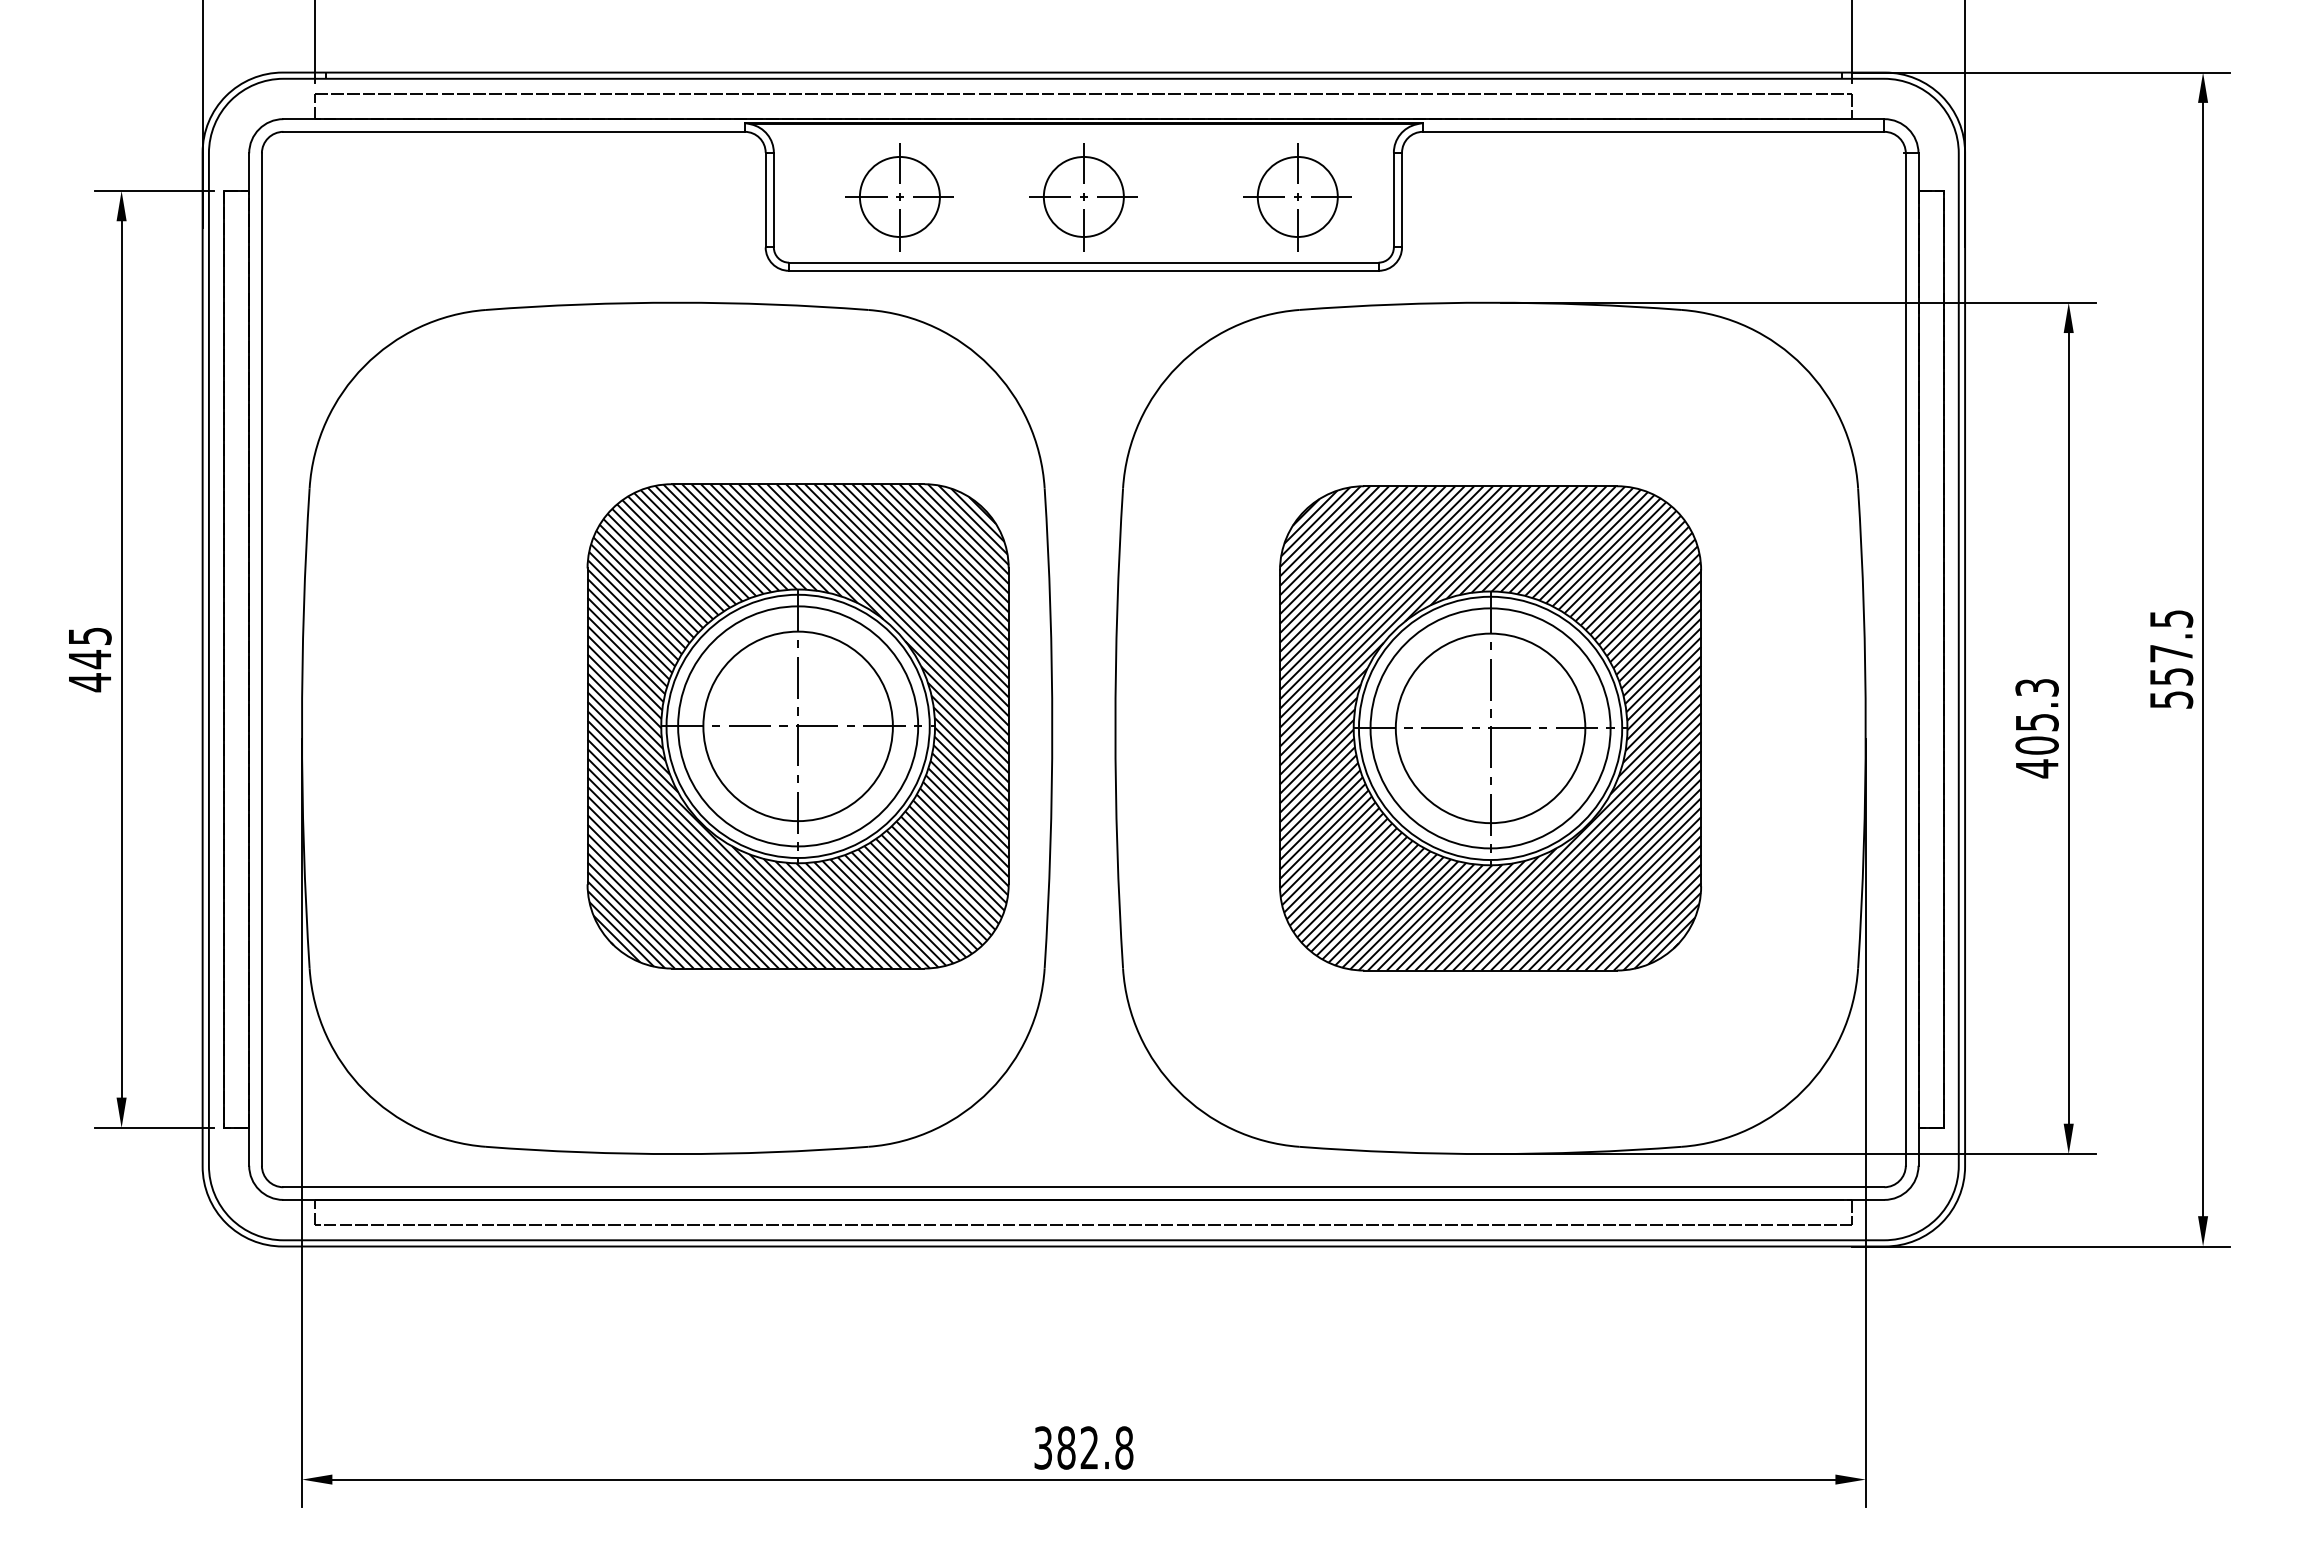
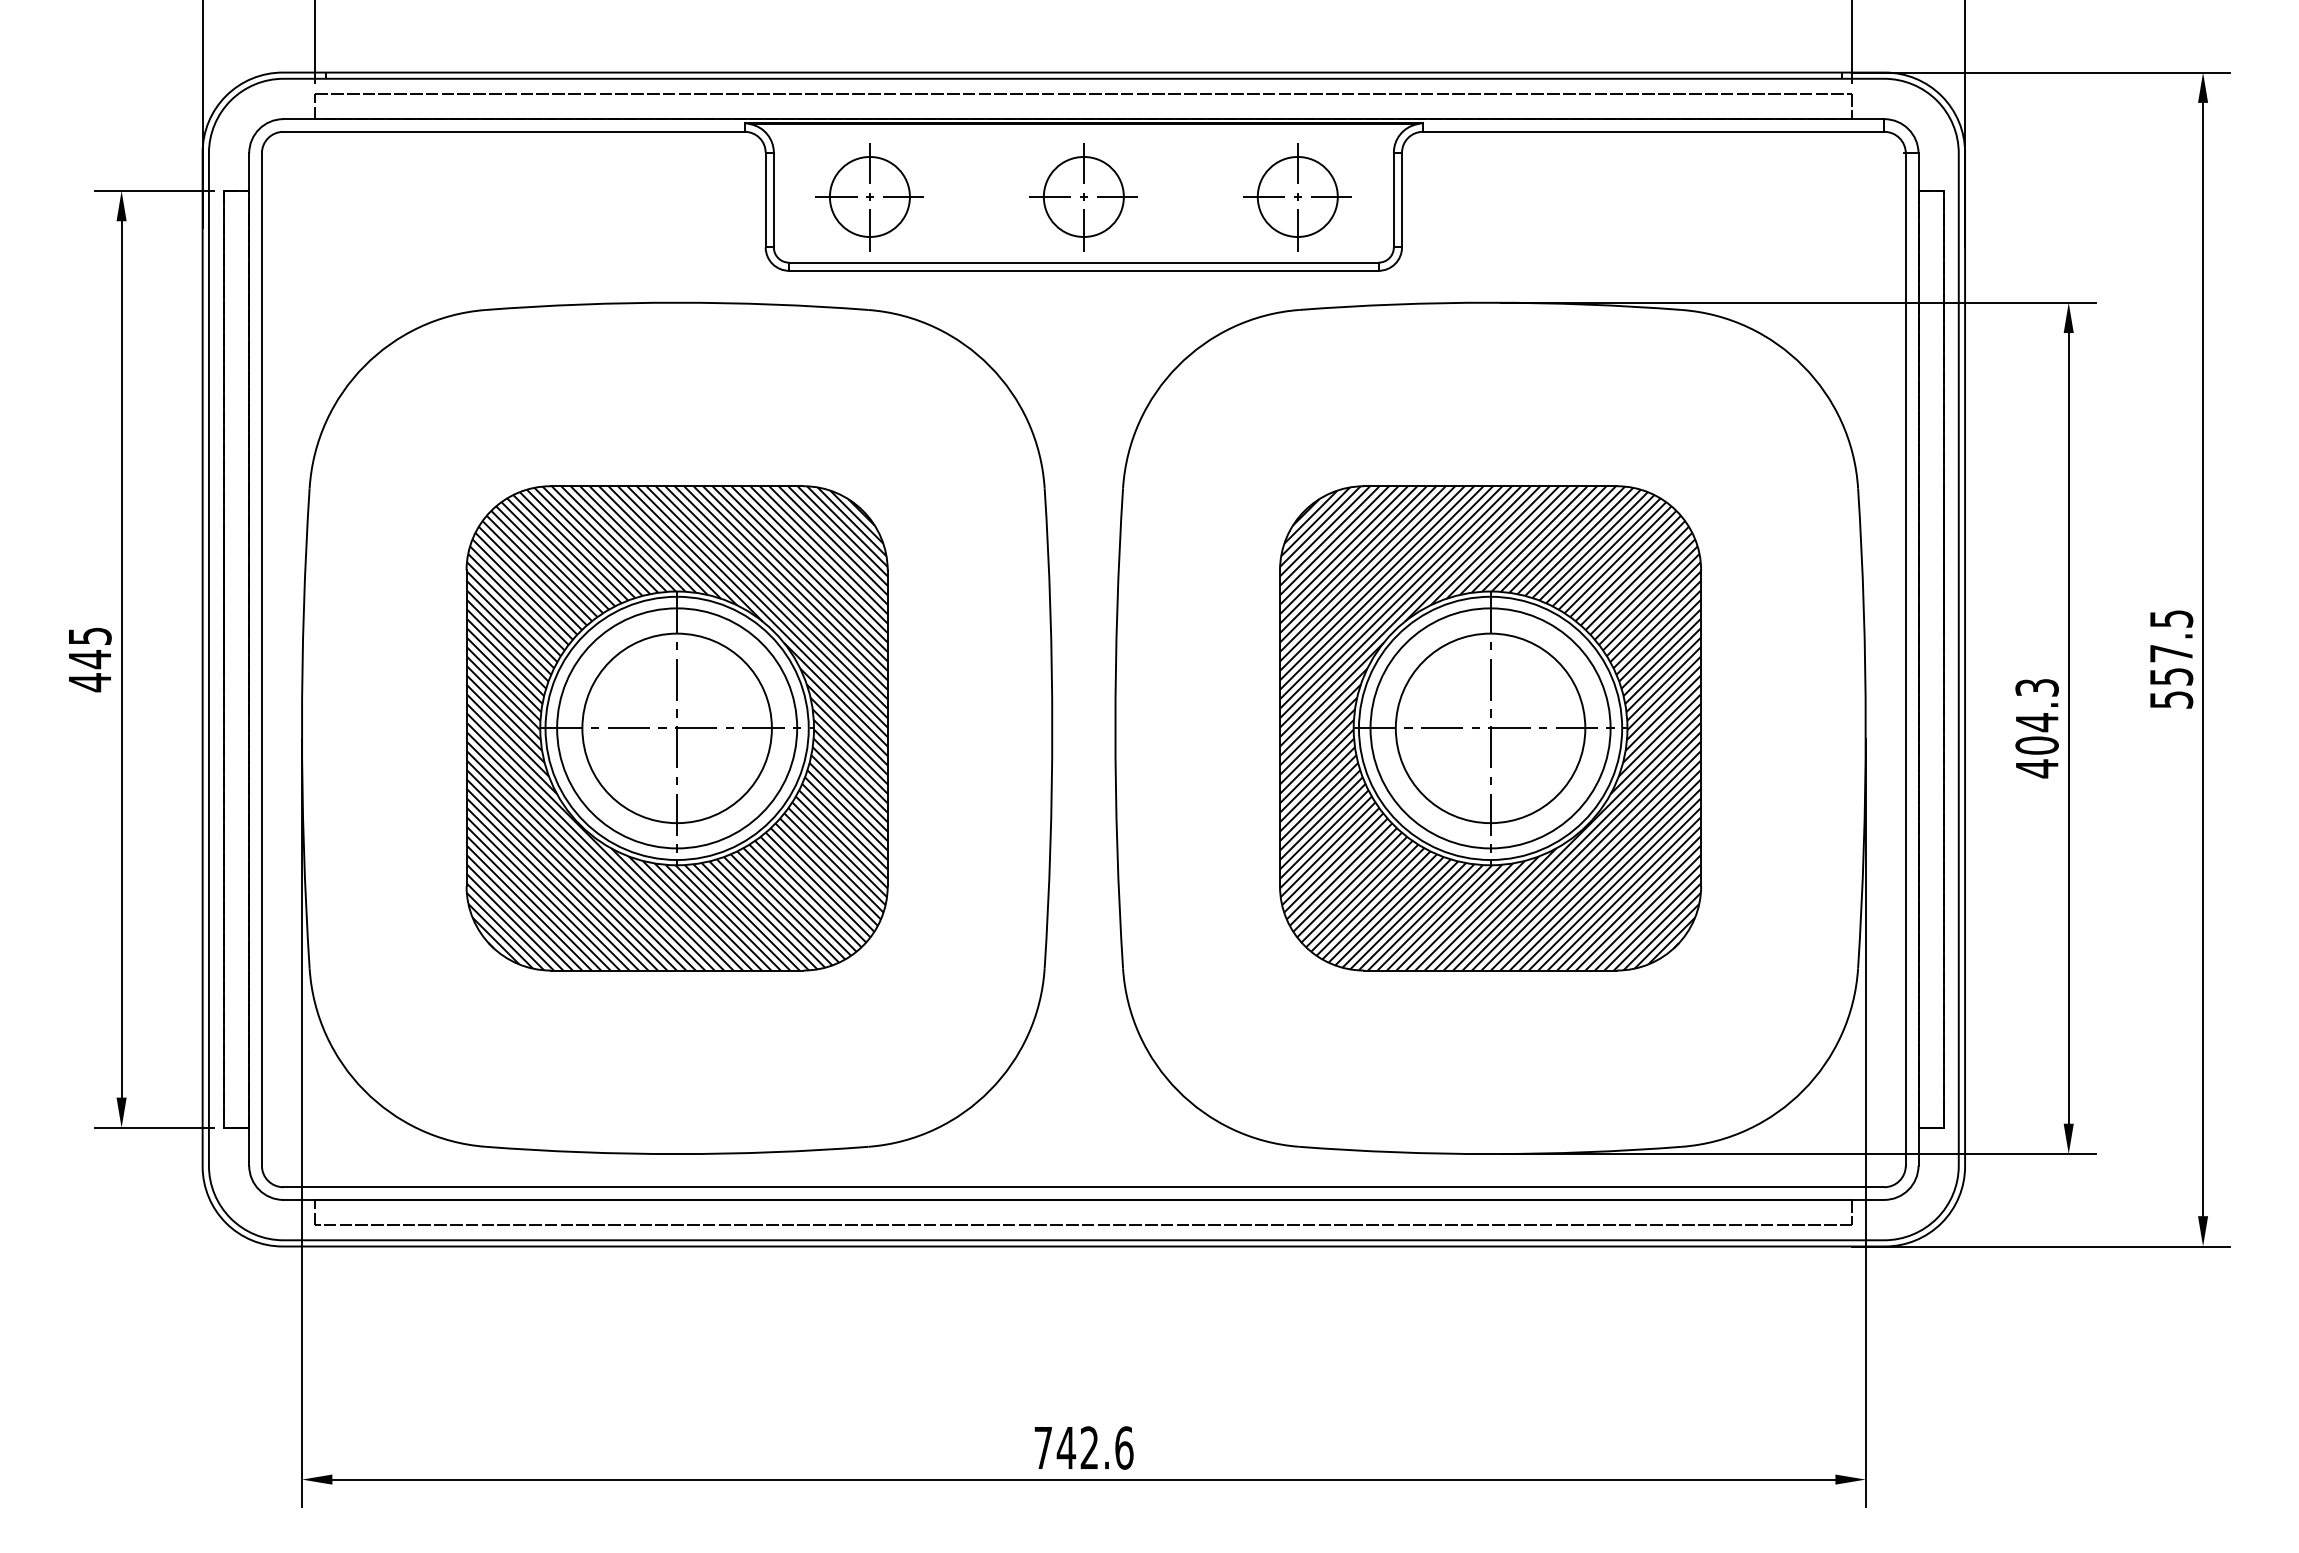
part at (899, 197) position: (899, 197) -> (869, 197)
text at (2037, 722): 405.3 -> 404.3
part at (797, 726) position: (797, 726) -> (676, 728)
text at (1083, 1447): 382.8 -> 742.6
